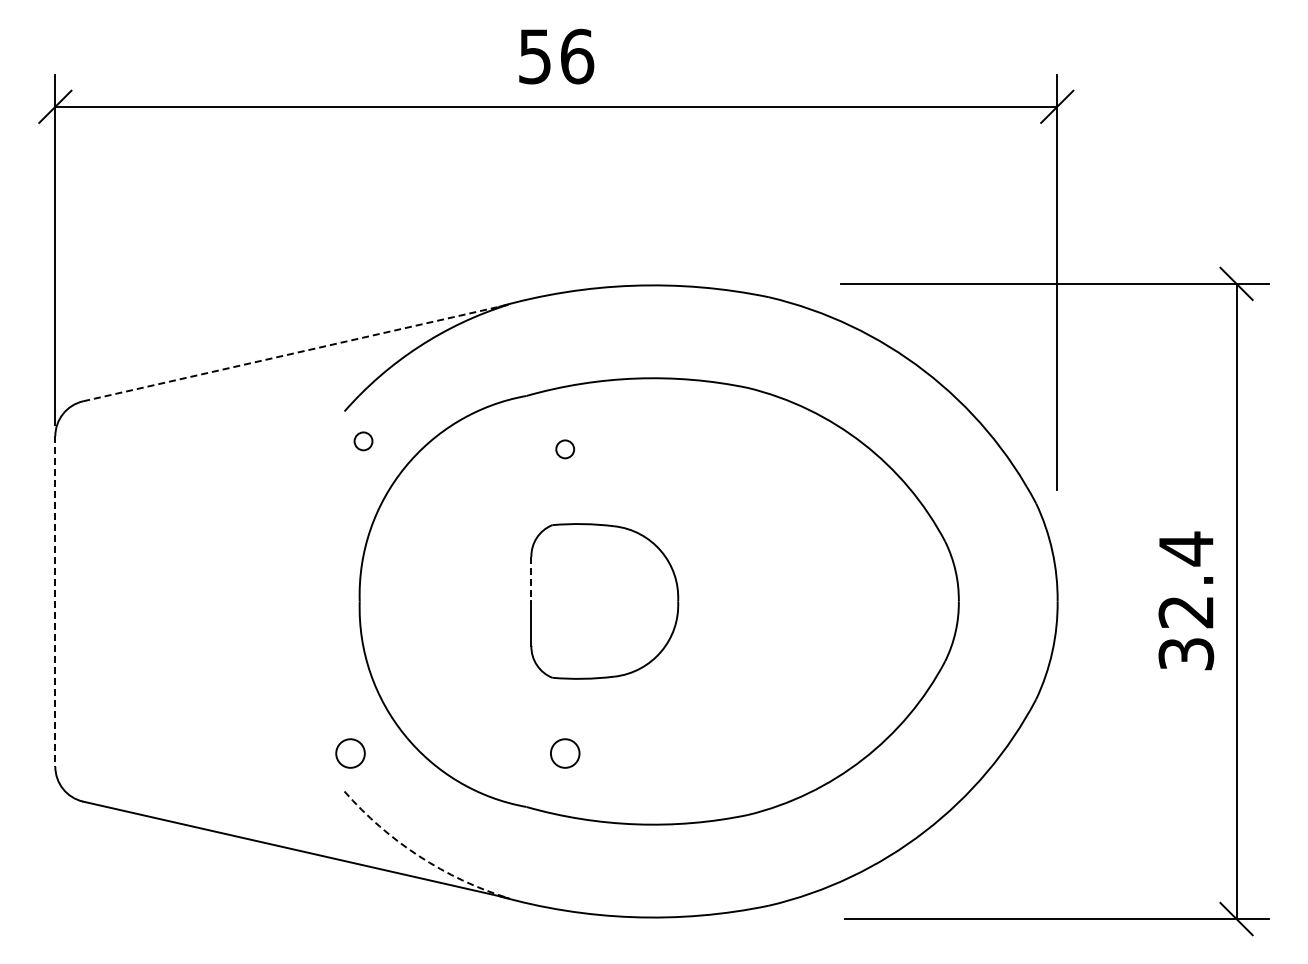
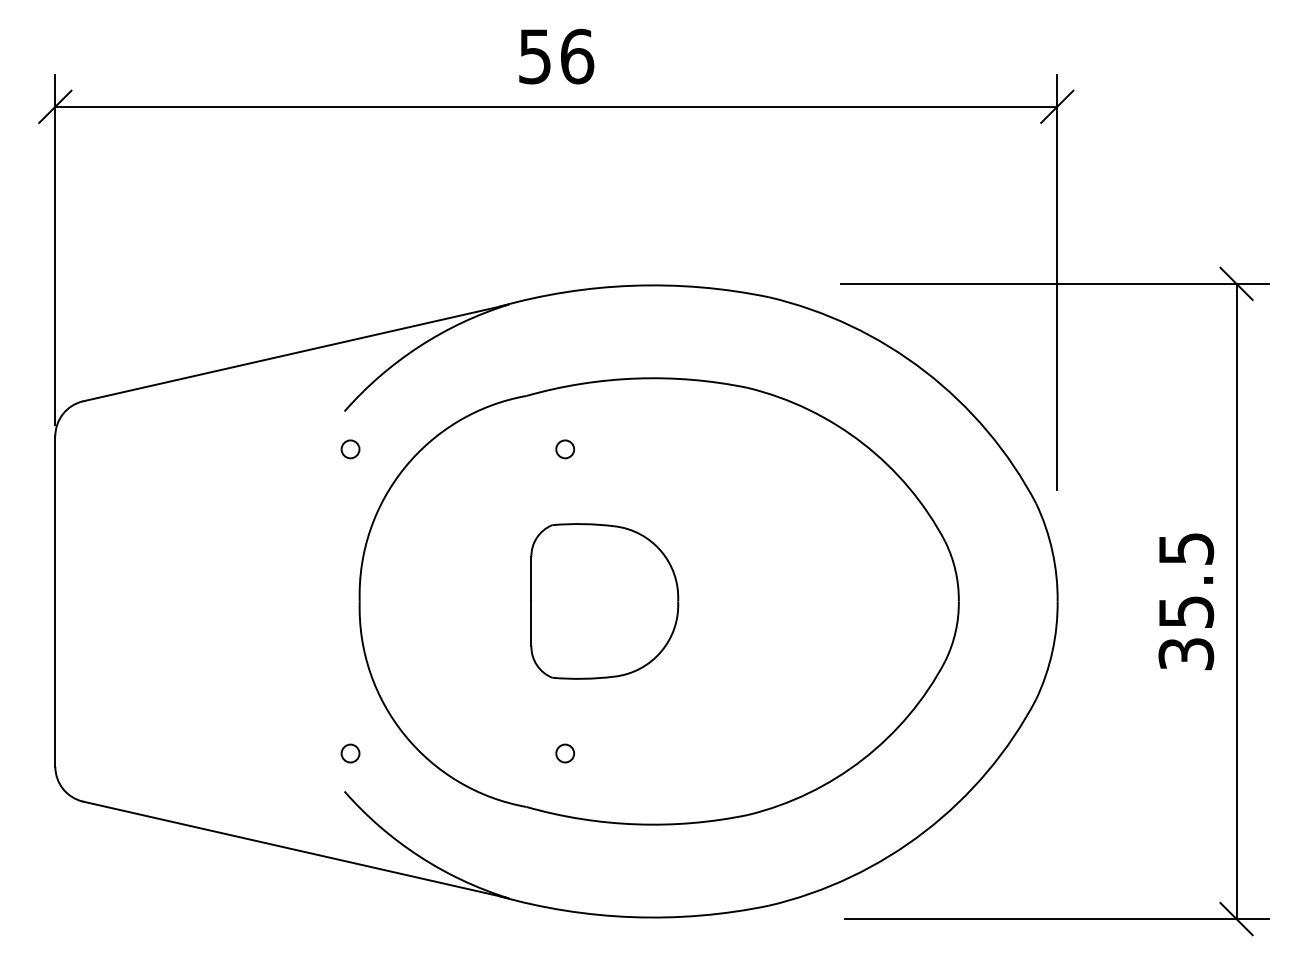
line at (296, 352): dashed -> solid
circle at (363, 441) position: (363, 441) -> (350, 449)
line at (531, 579): dashed -> solid
text at (1186, 579): 32.4 -> 35.5
line at (55, 601): dashed -> solid
circle at (350, 753) diameter: 29 px -> 18 px
circle at (564, 753) diameter: 29 px -> 18 px
arc at (419, 856): dashed -> solid
